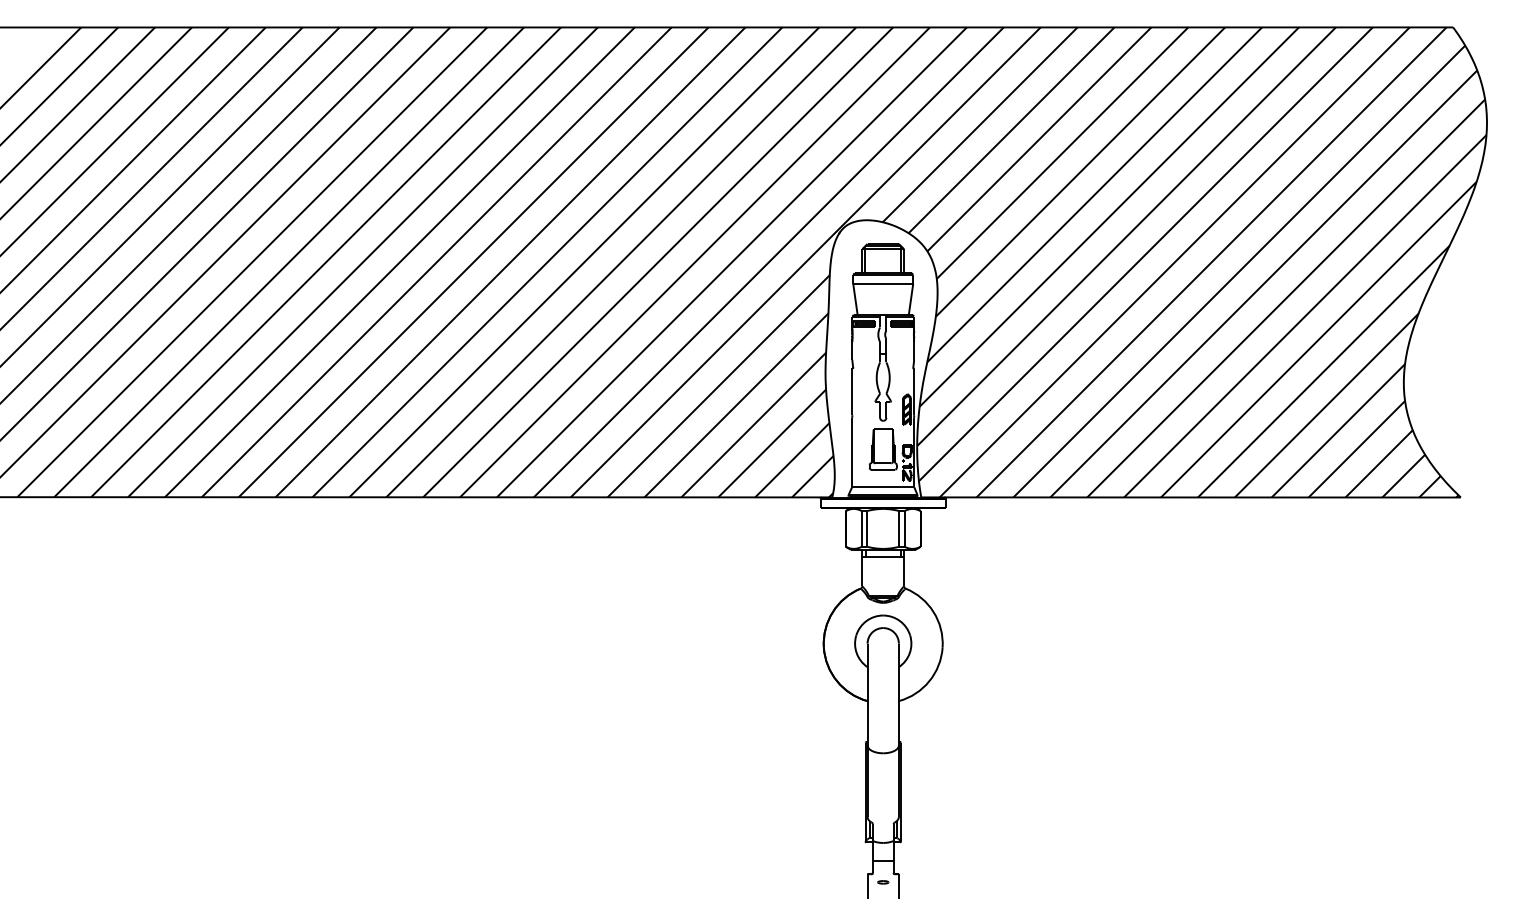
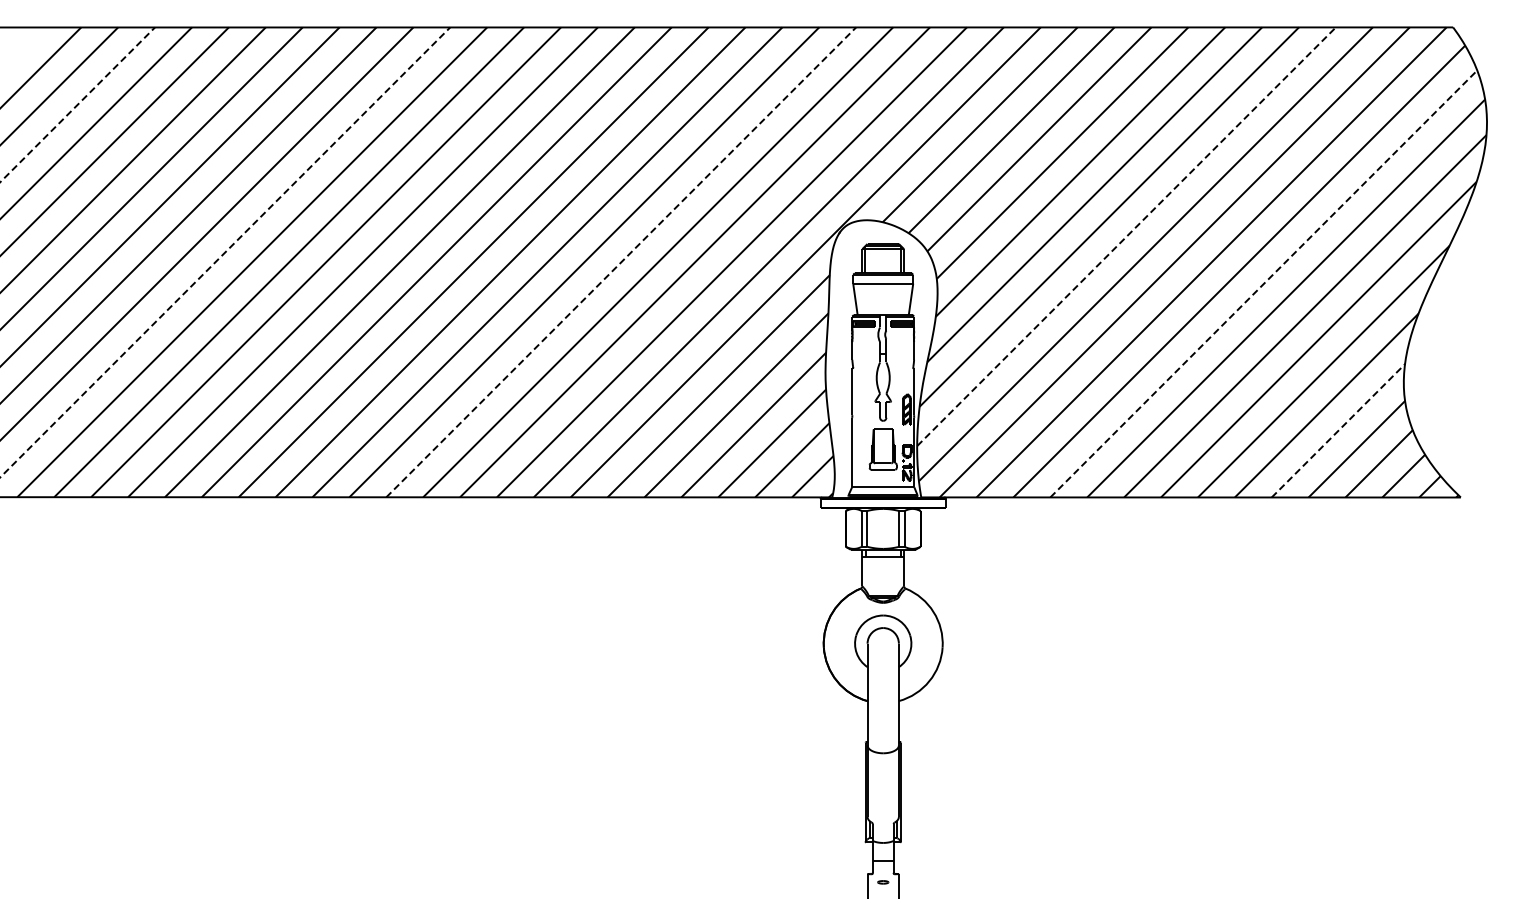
line at (78, 104): solid -> dashed
line at (1126, 236): solid -> dashed
line at (225, 252): solid -> dashed
line at (621, 262): solid -> dashed
line at (1263, 284): solid -> dashed
line at (1338, 430): solid -> dashed
